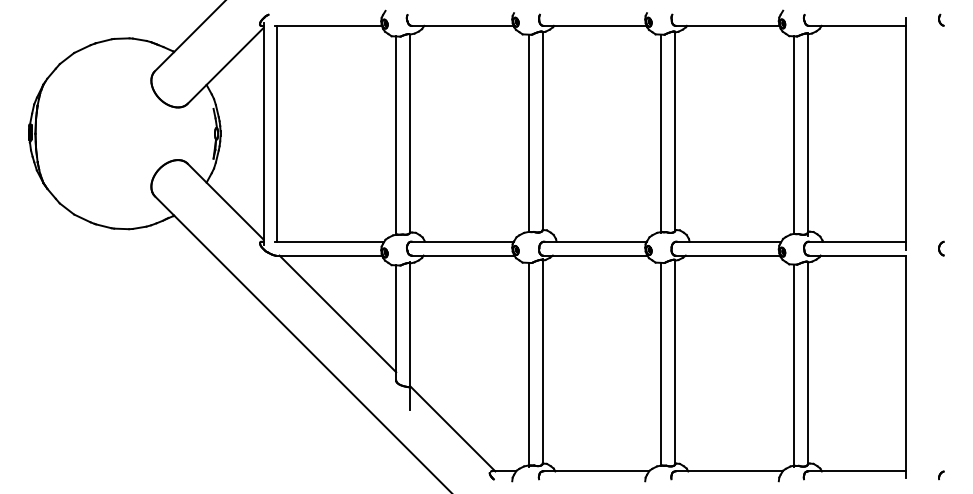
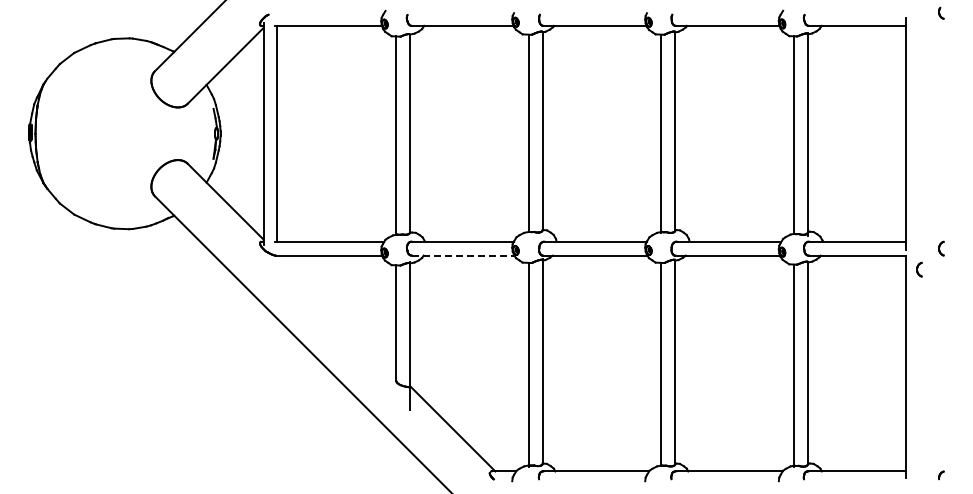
part at (941, 19) position: (941, 19) -> (941, 12)
line at (463, 255): solid -> dashed
part at (919, 269): none -> present
line at (337, 313): present -> none
